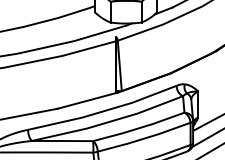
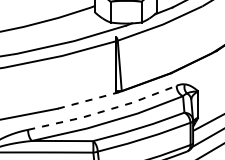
line at (88, 100): solid -> dashed
line at (103, 111): solid -> dashed
